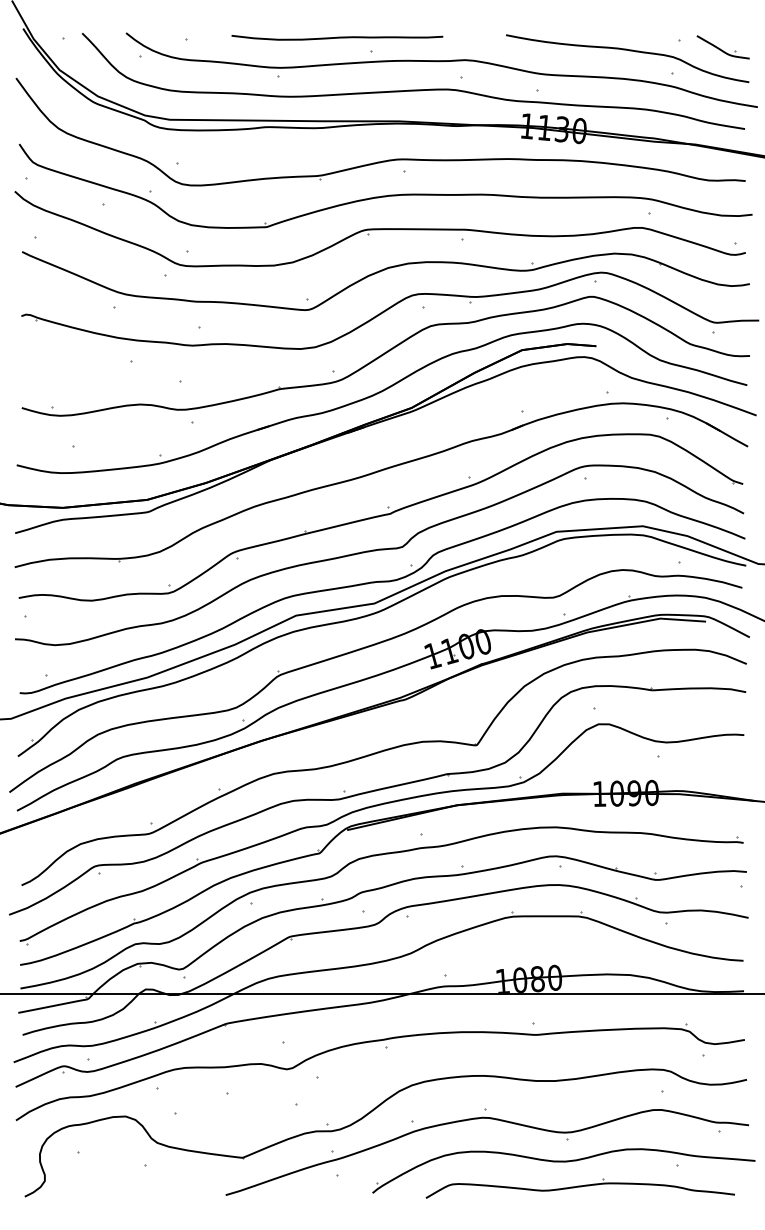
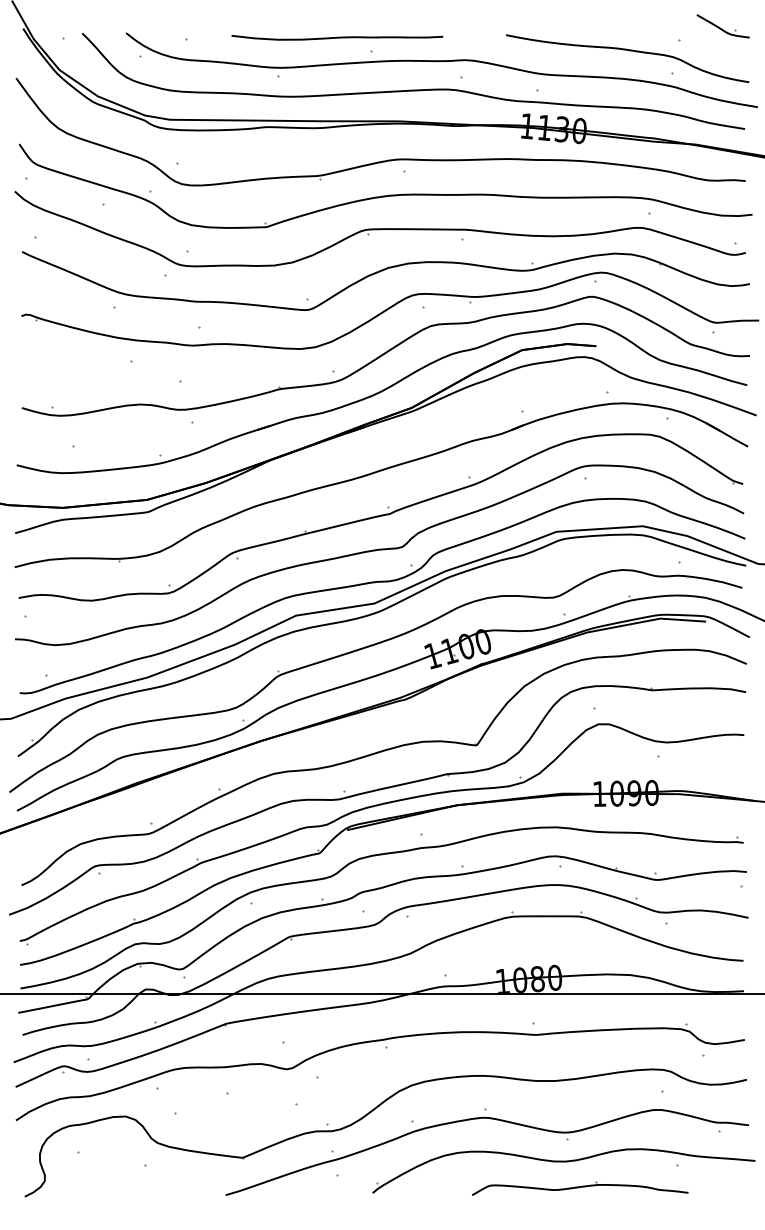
part at (722, 47) position: (722, 47) -> (722, 26)
part at (579, 1188) size: 310x21 px -> 217x15 px
